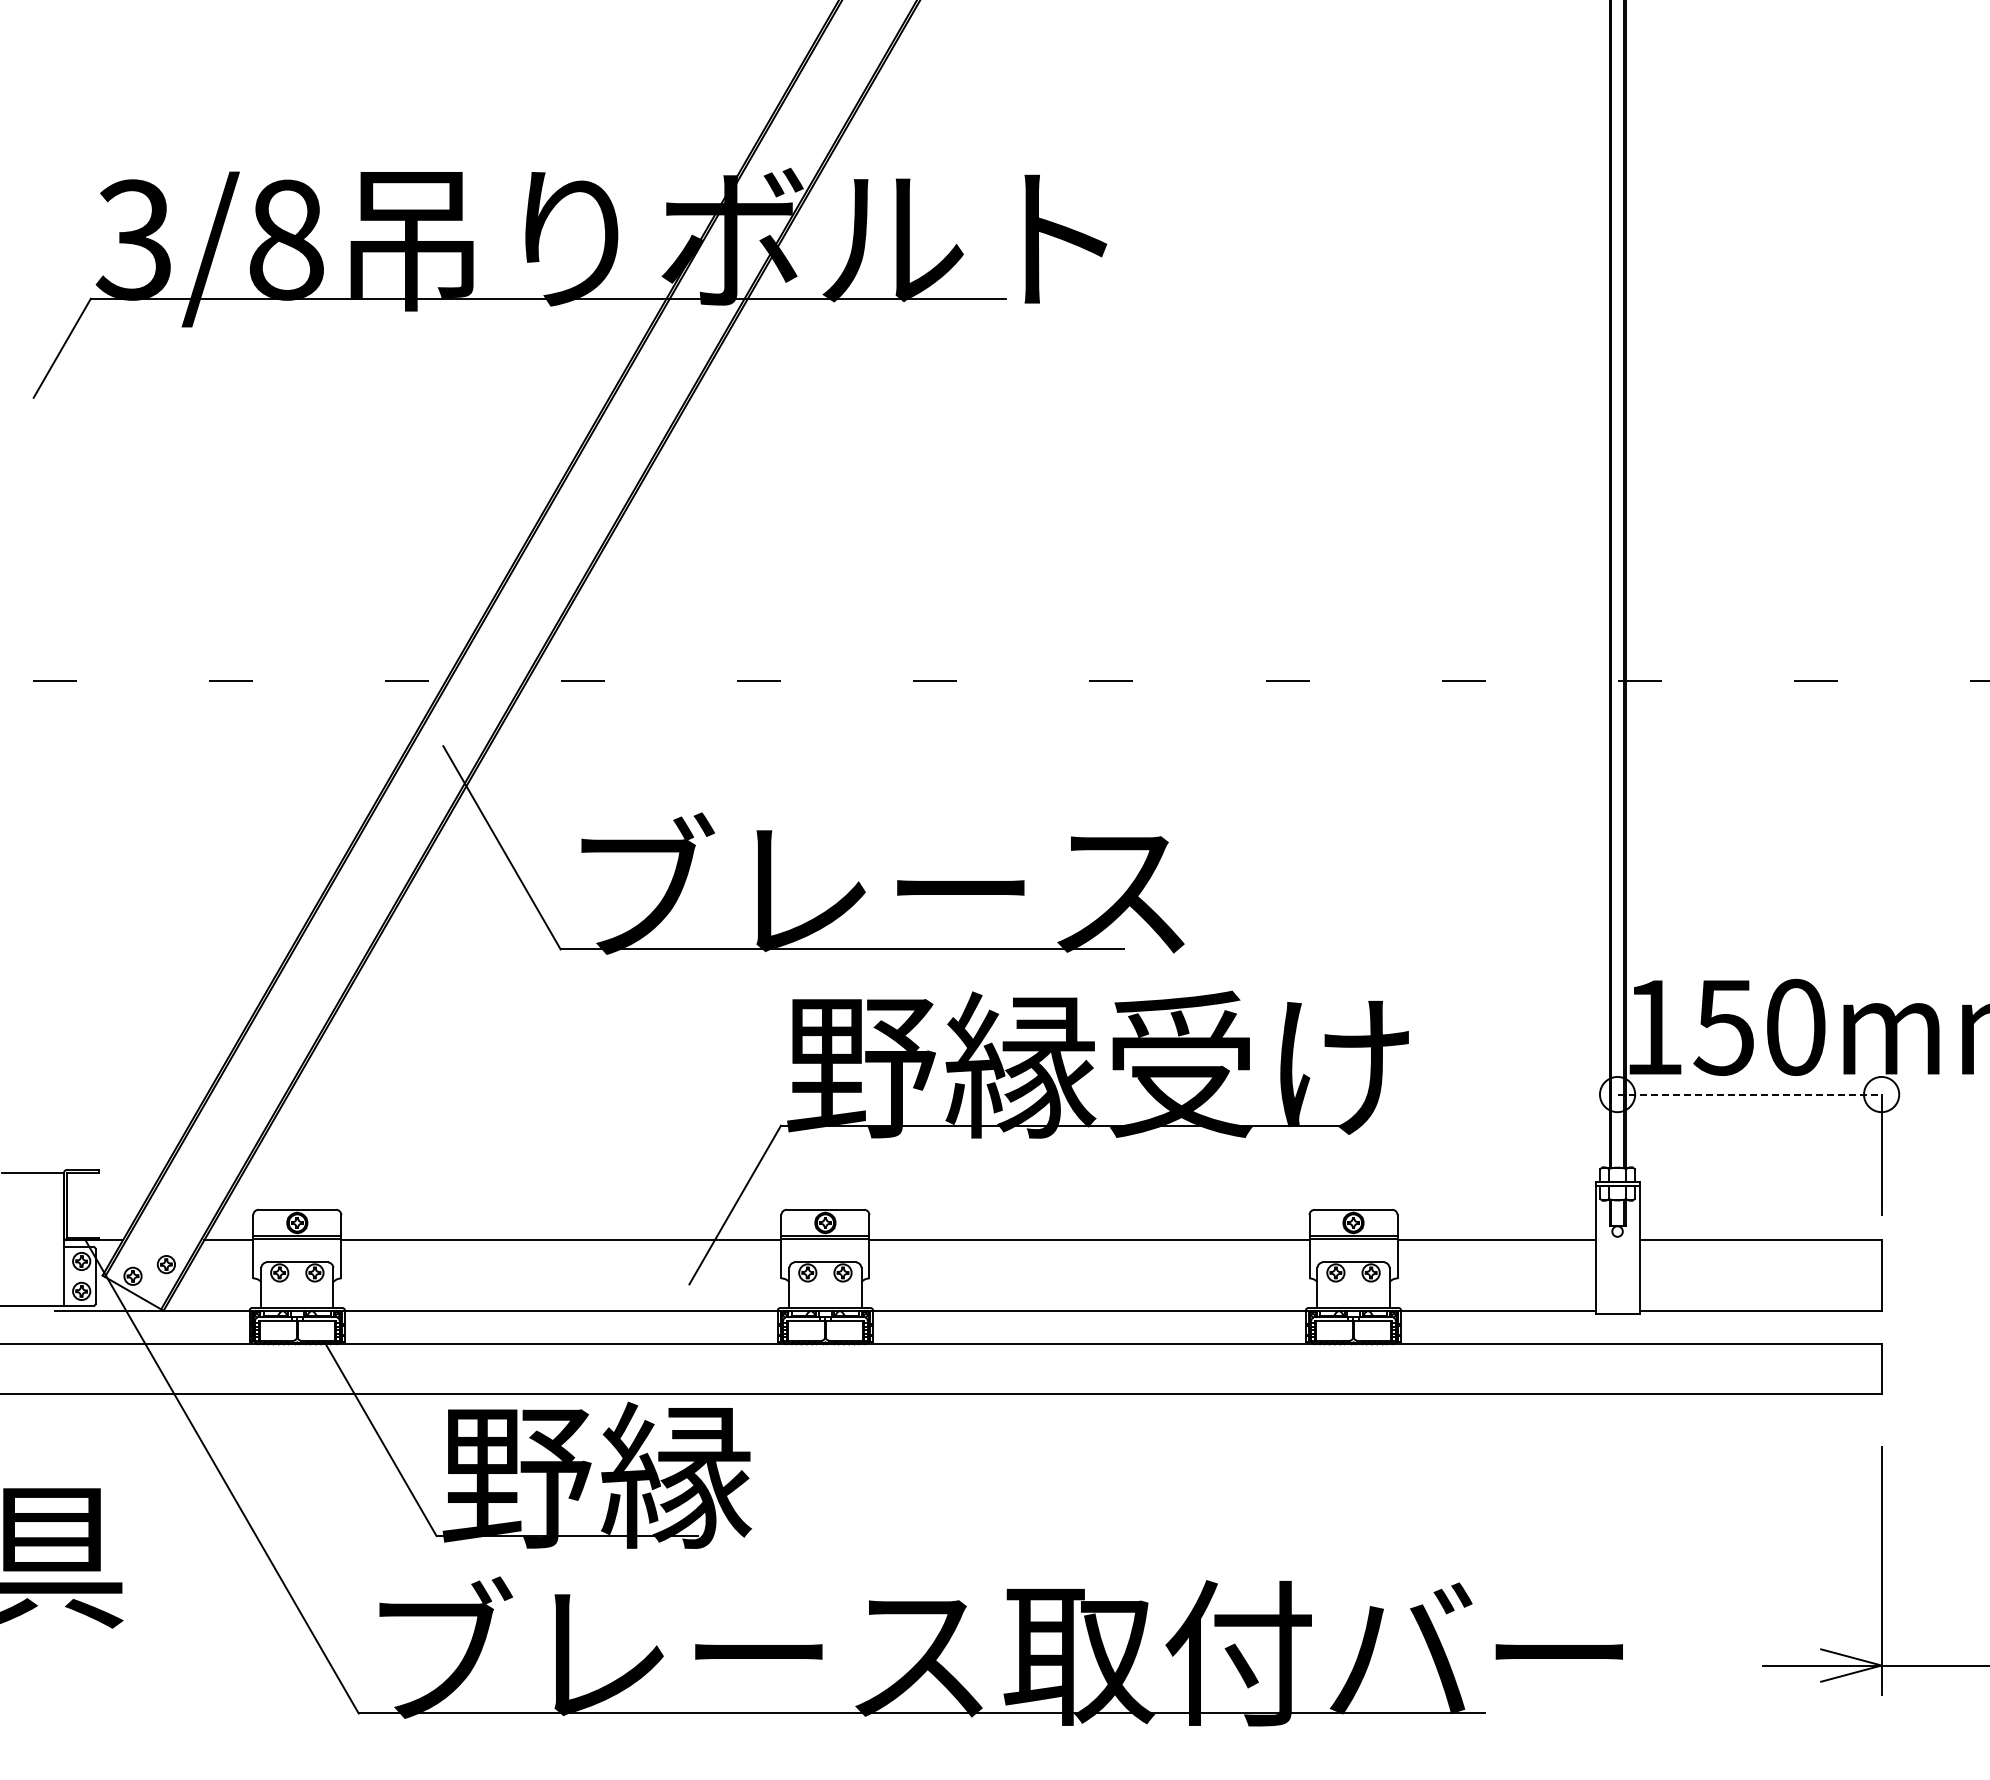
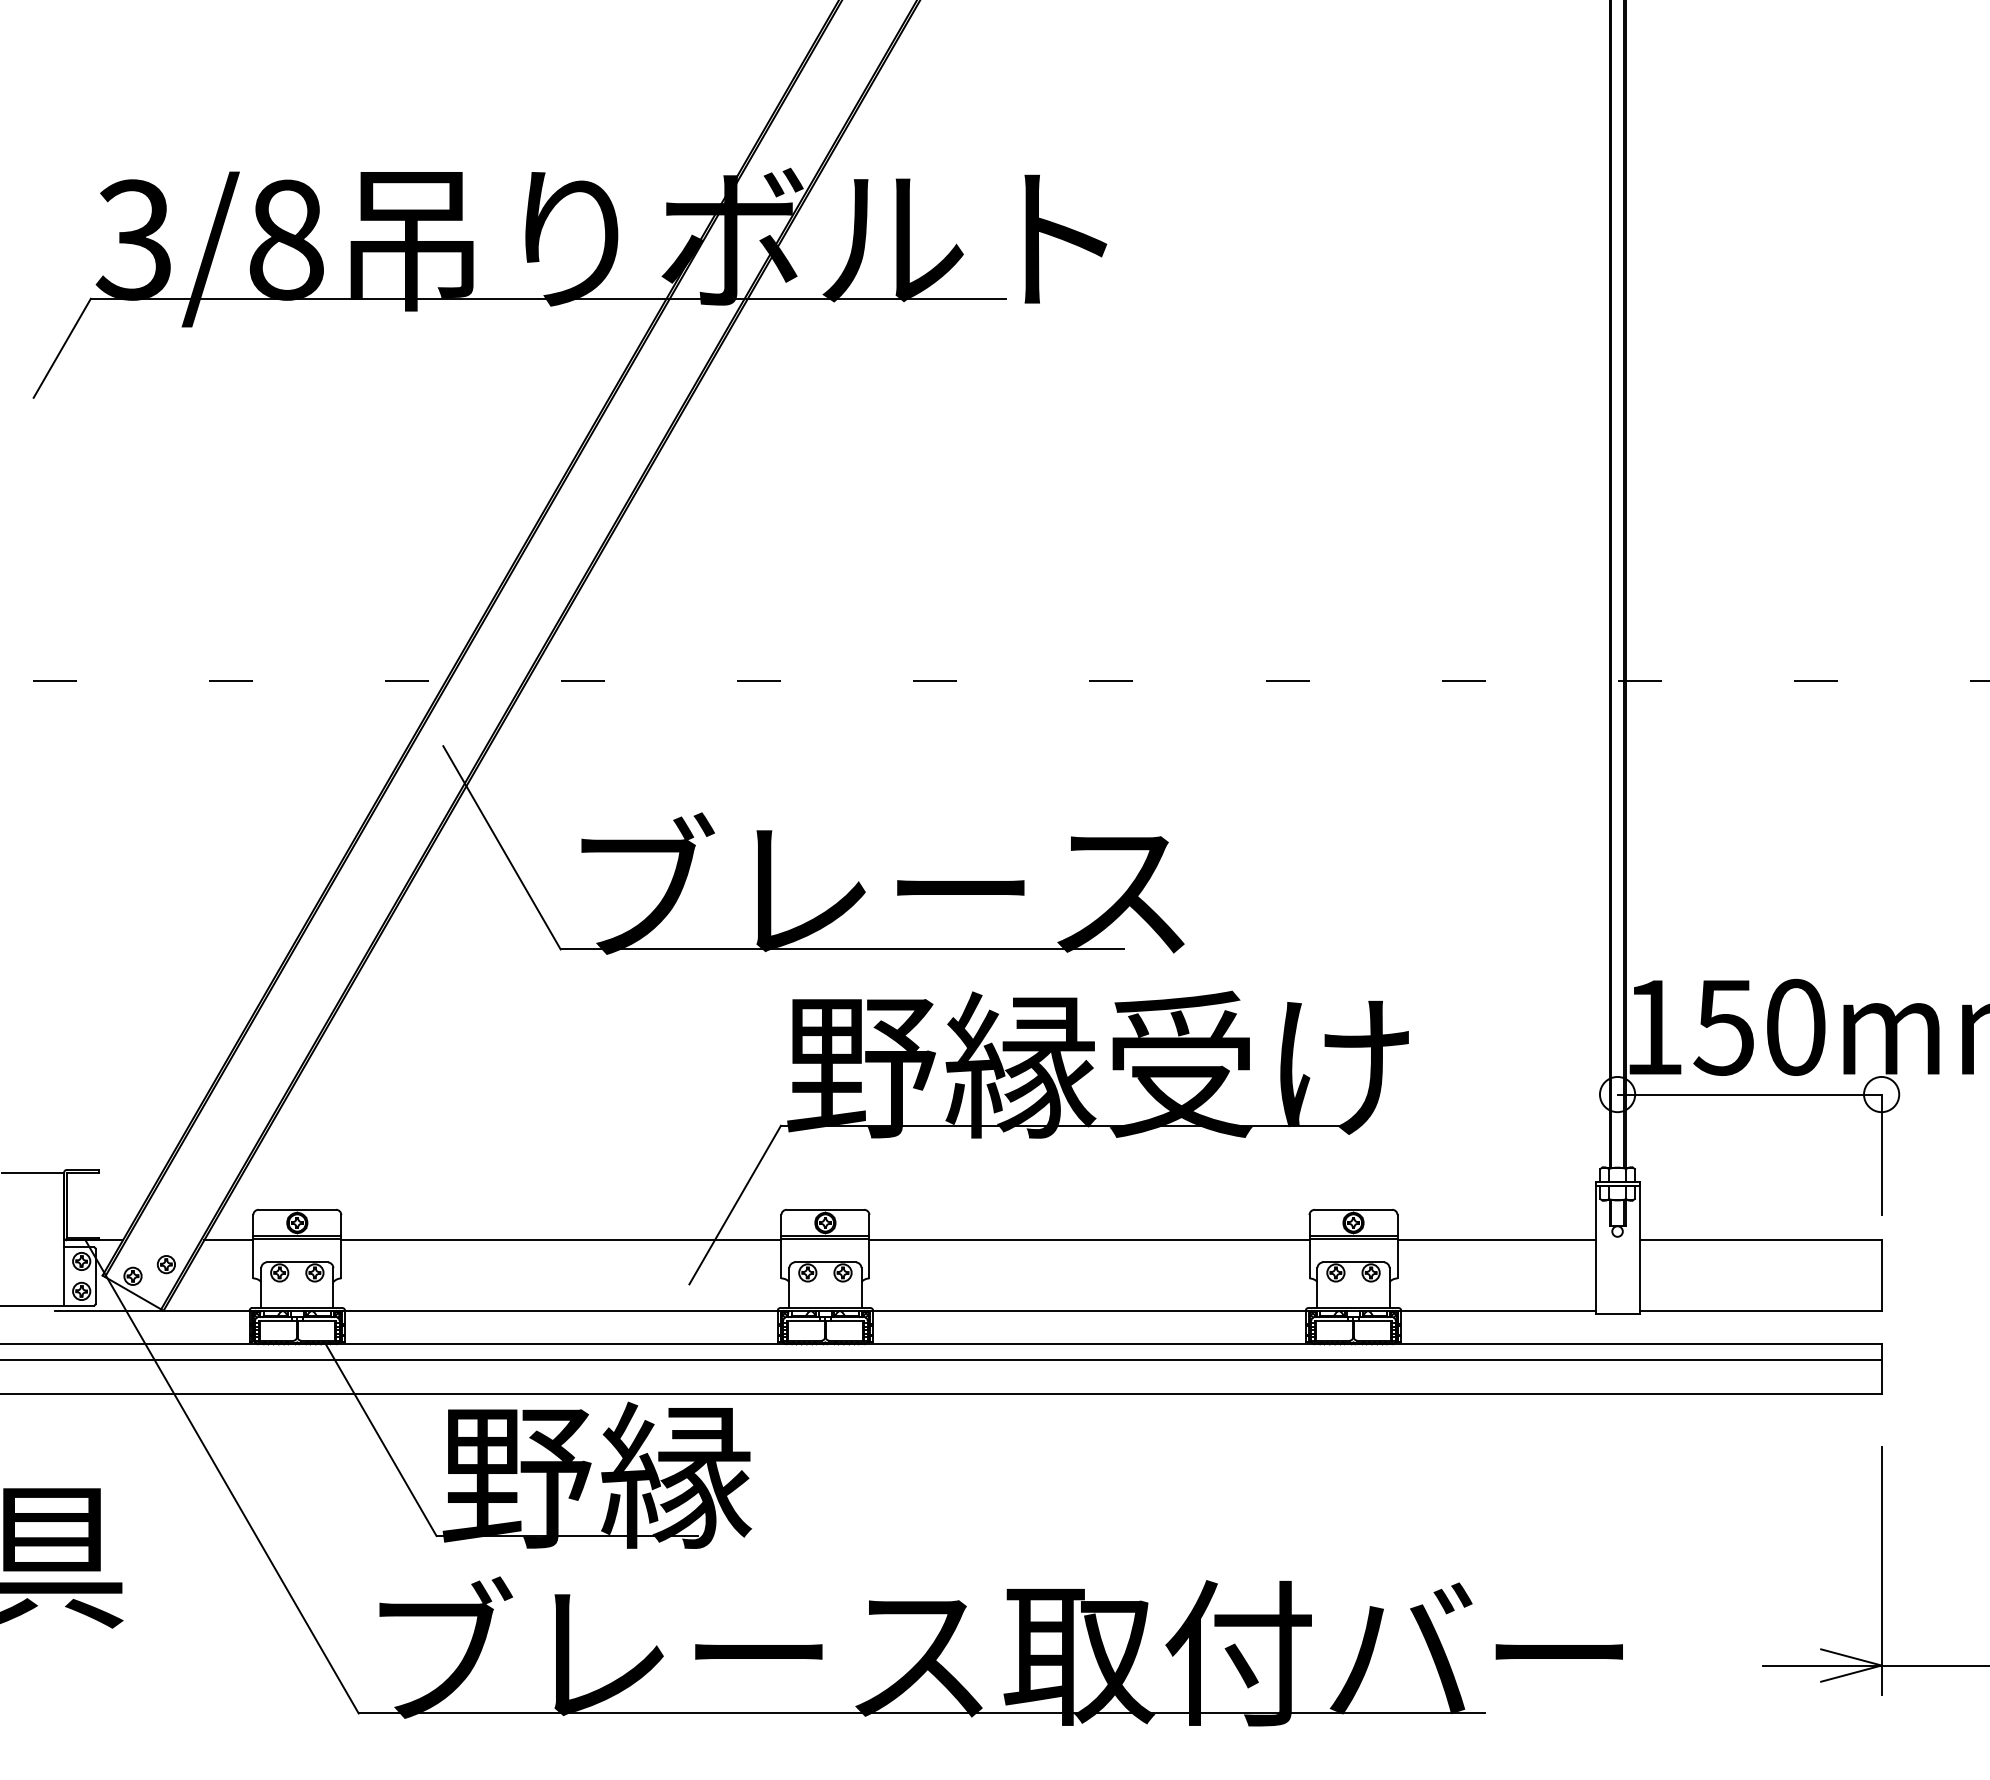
line at (1750, 1094): dashed -> solid
line at (941, 1360): none -> present
